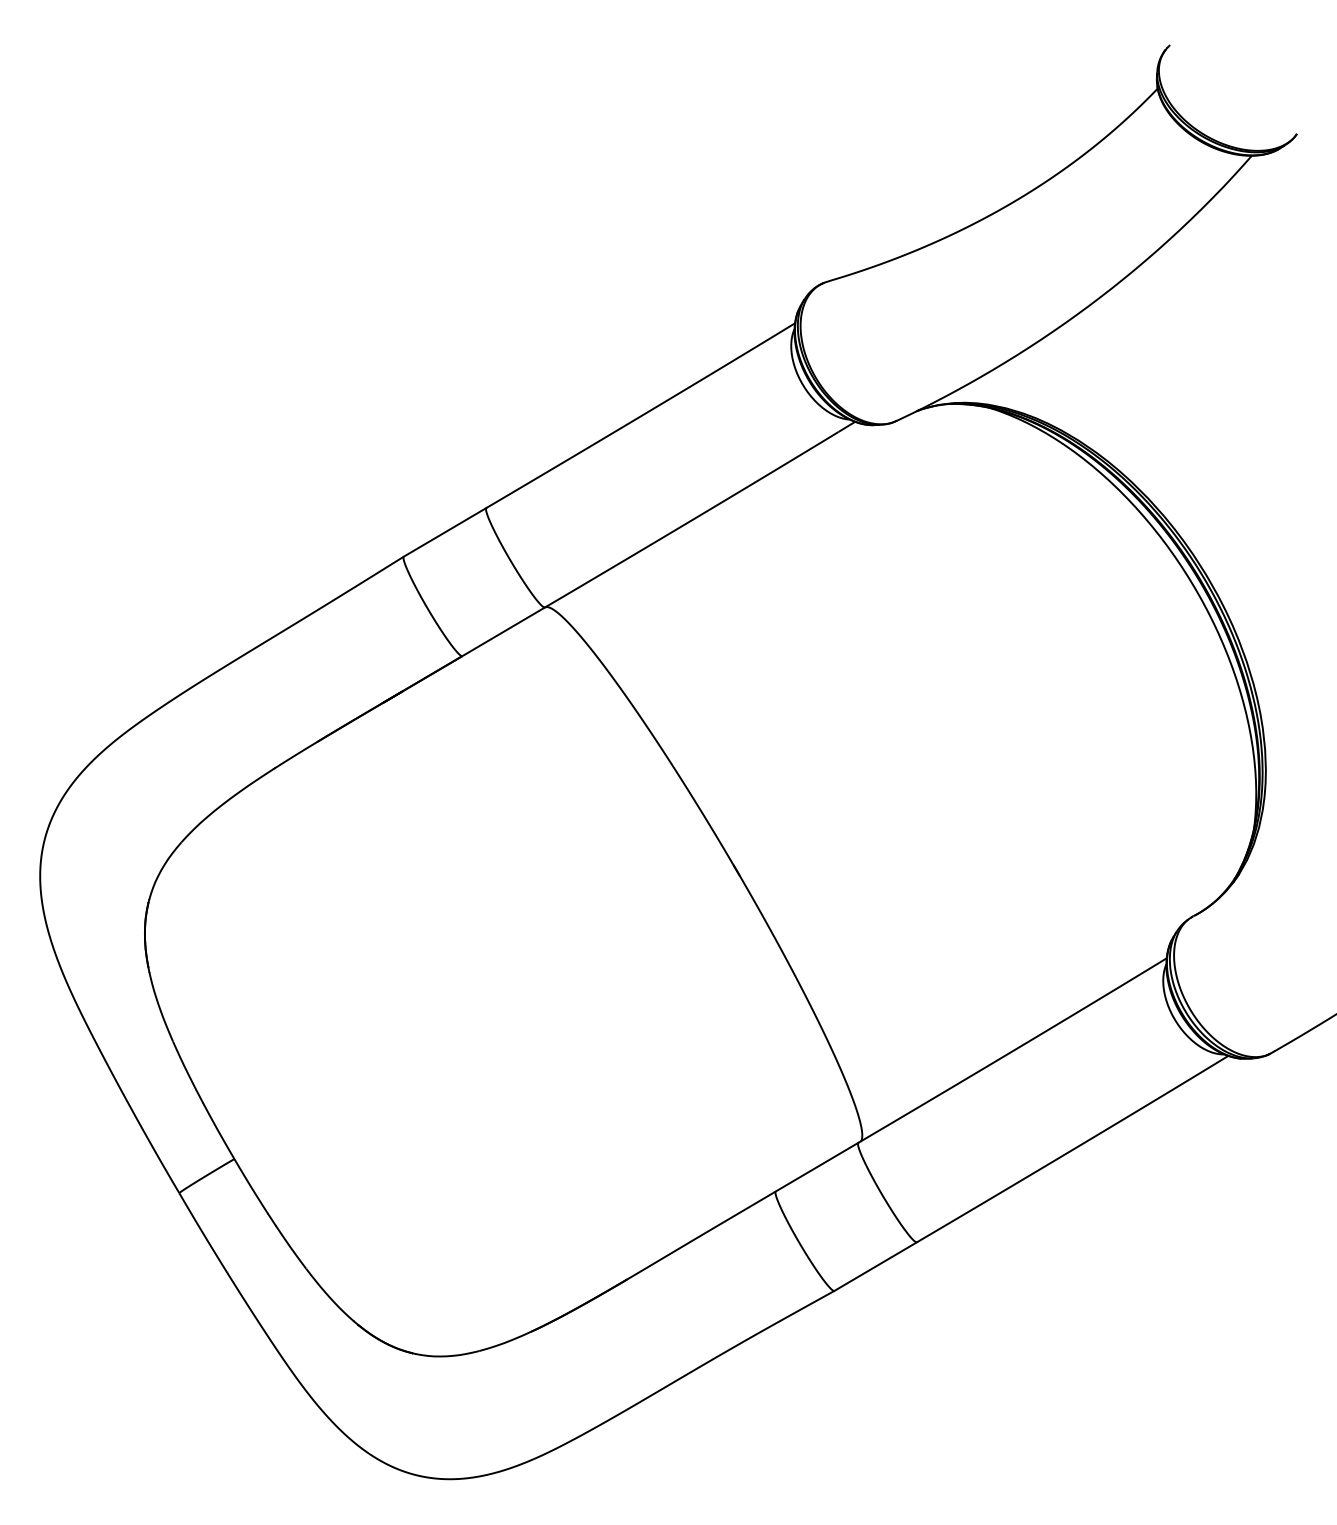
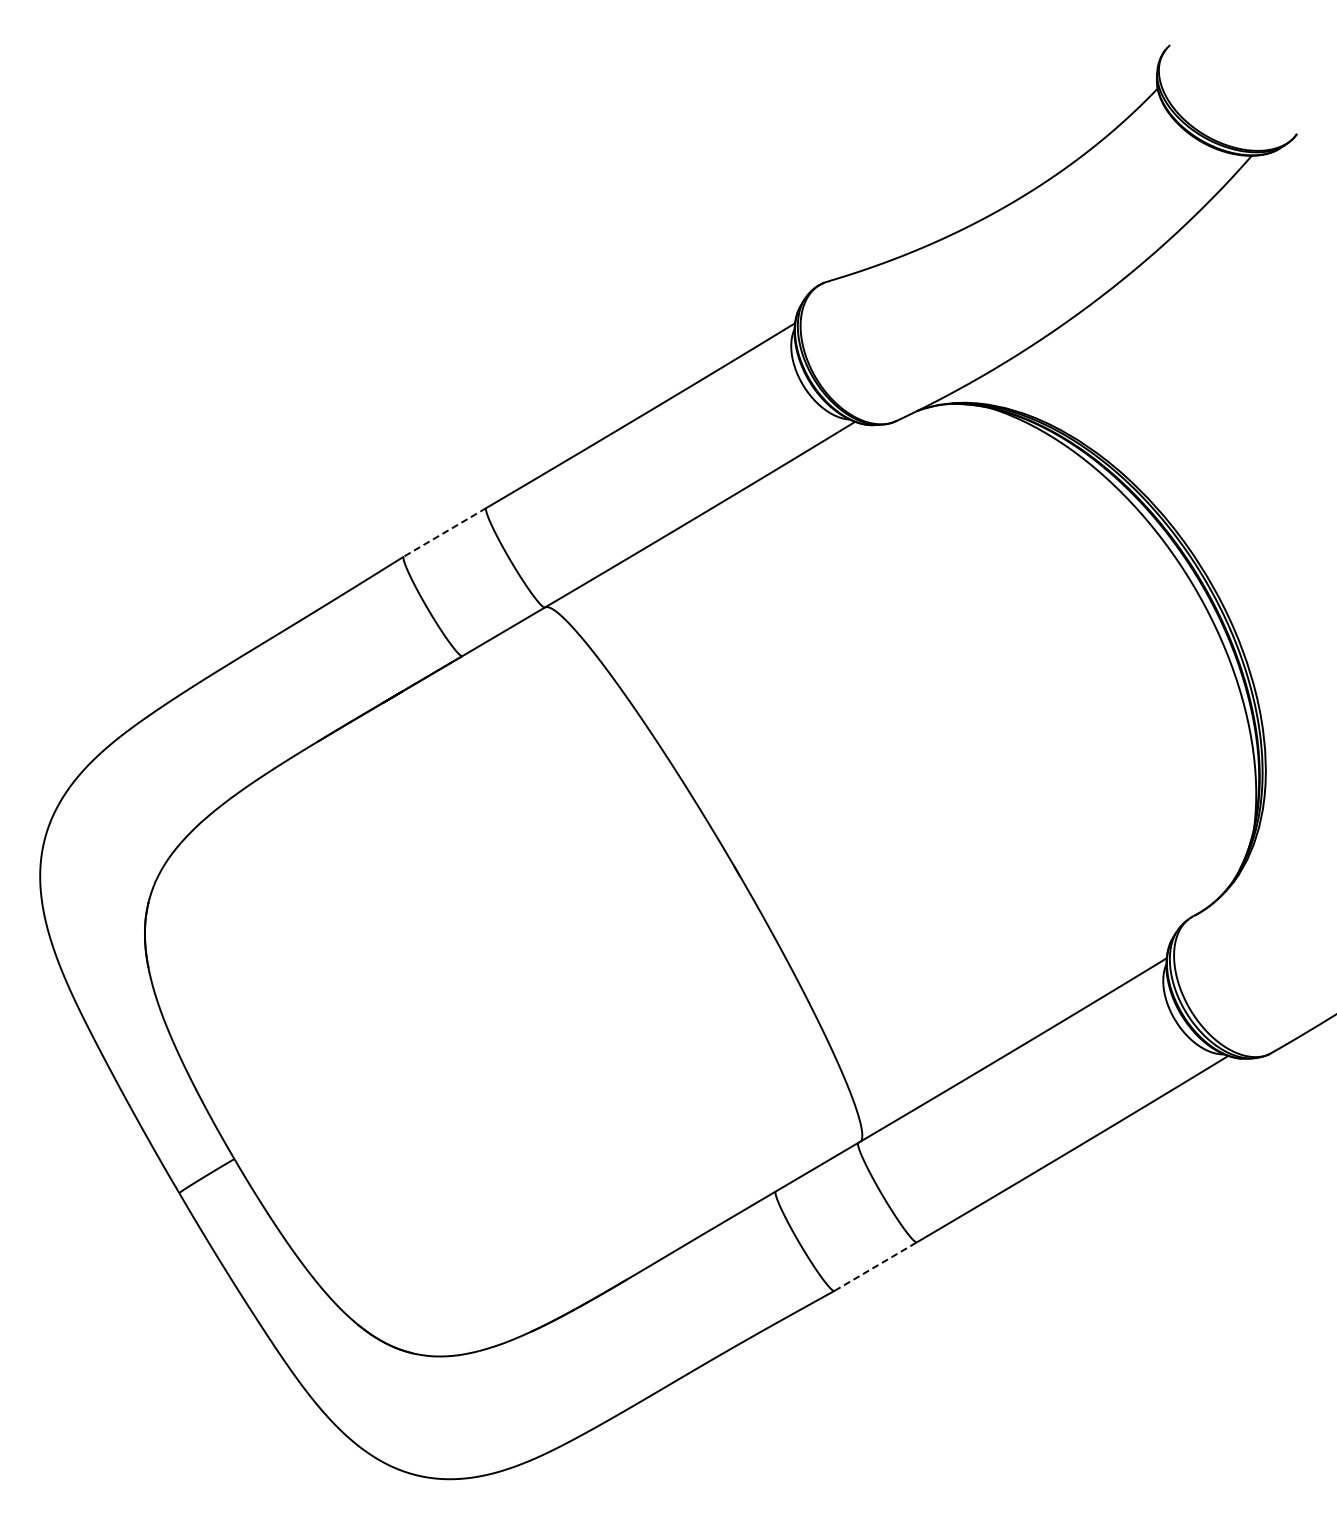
line at (445, 532): solid -> dashed
line at (875, 1266): solid -> dashed
